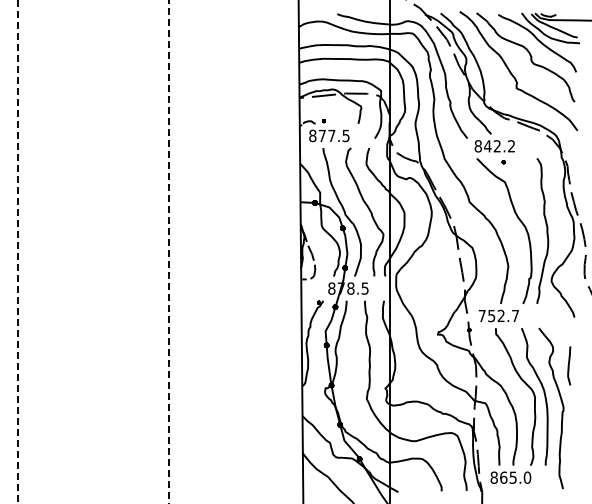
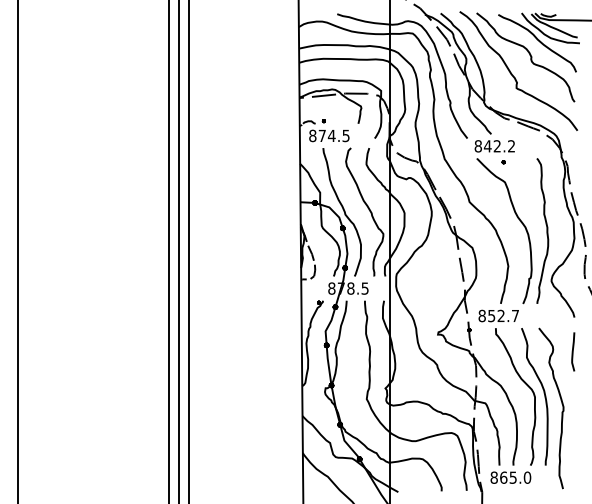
text at (331, 135): 877.5 -> 874.5
line at (179, 251): none -> present
line at (189, 251): none -> present
line at (17, 252): dashed -> solid
line at (169, 252): dashed -> solid
text at (481, 315): 752.7 -> 852.7
curve at (569, 365) position: (569, 365) -> (573, 351)
